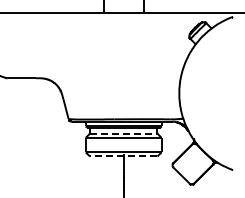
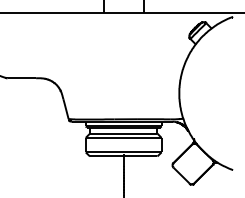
line at (123, 133): dashed -> solid
line at (123, 156): dashed -> solid
